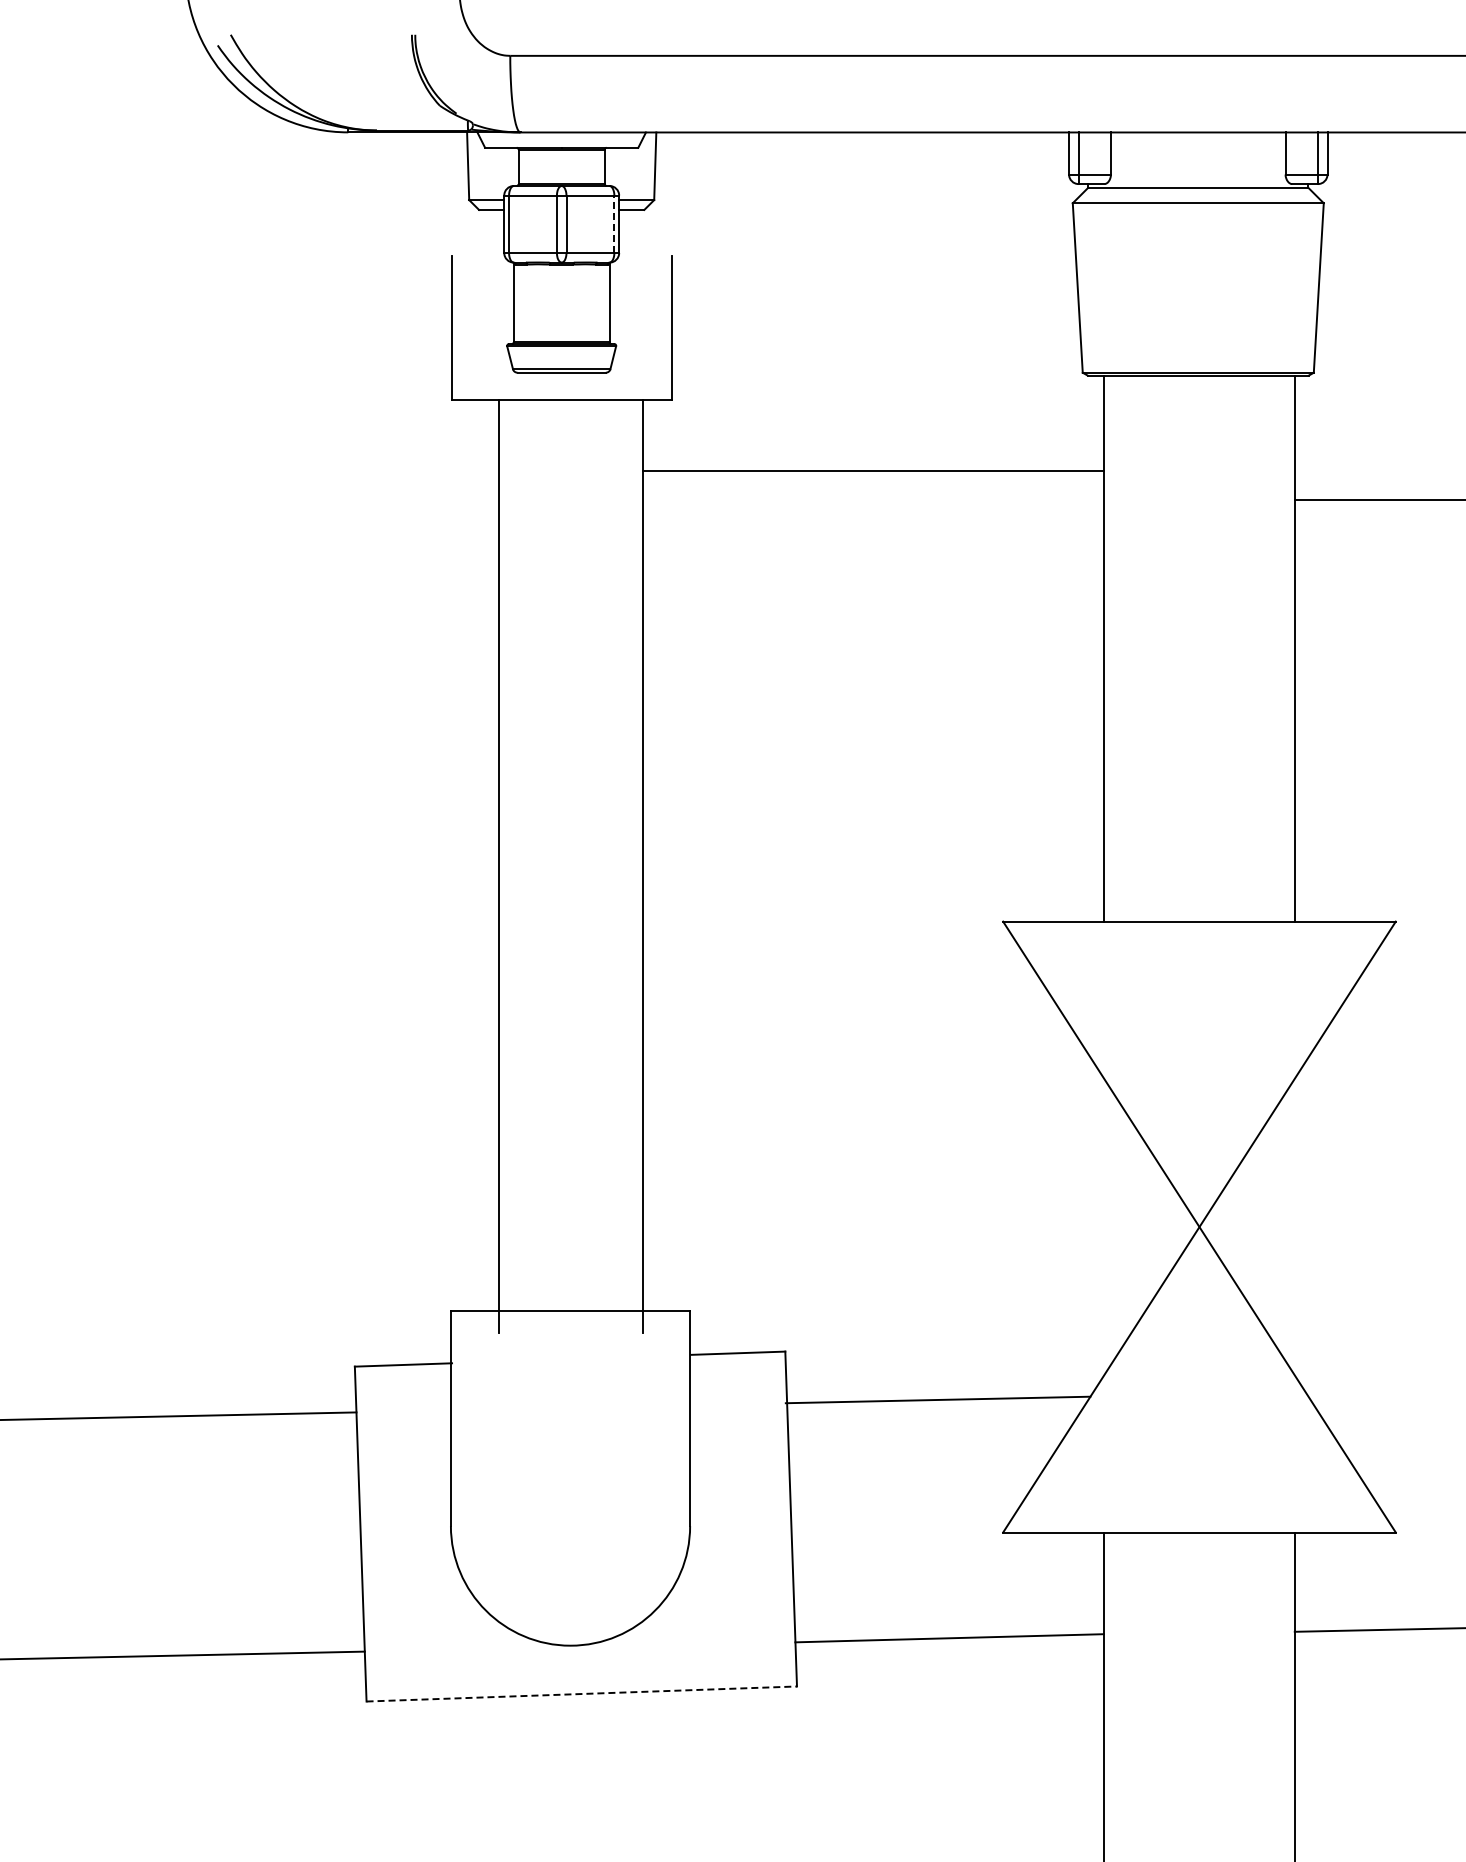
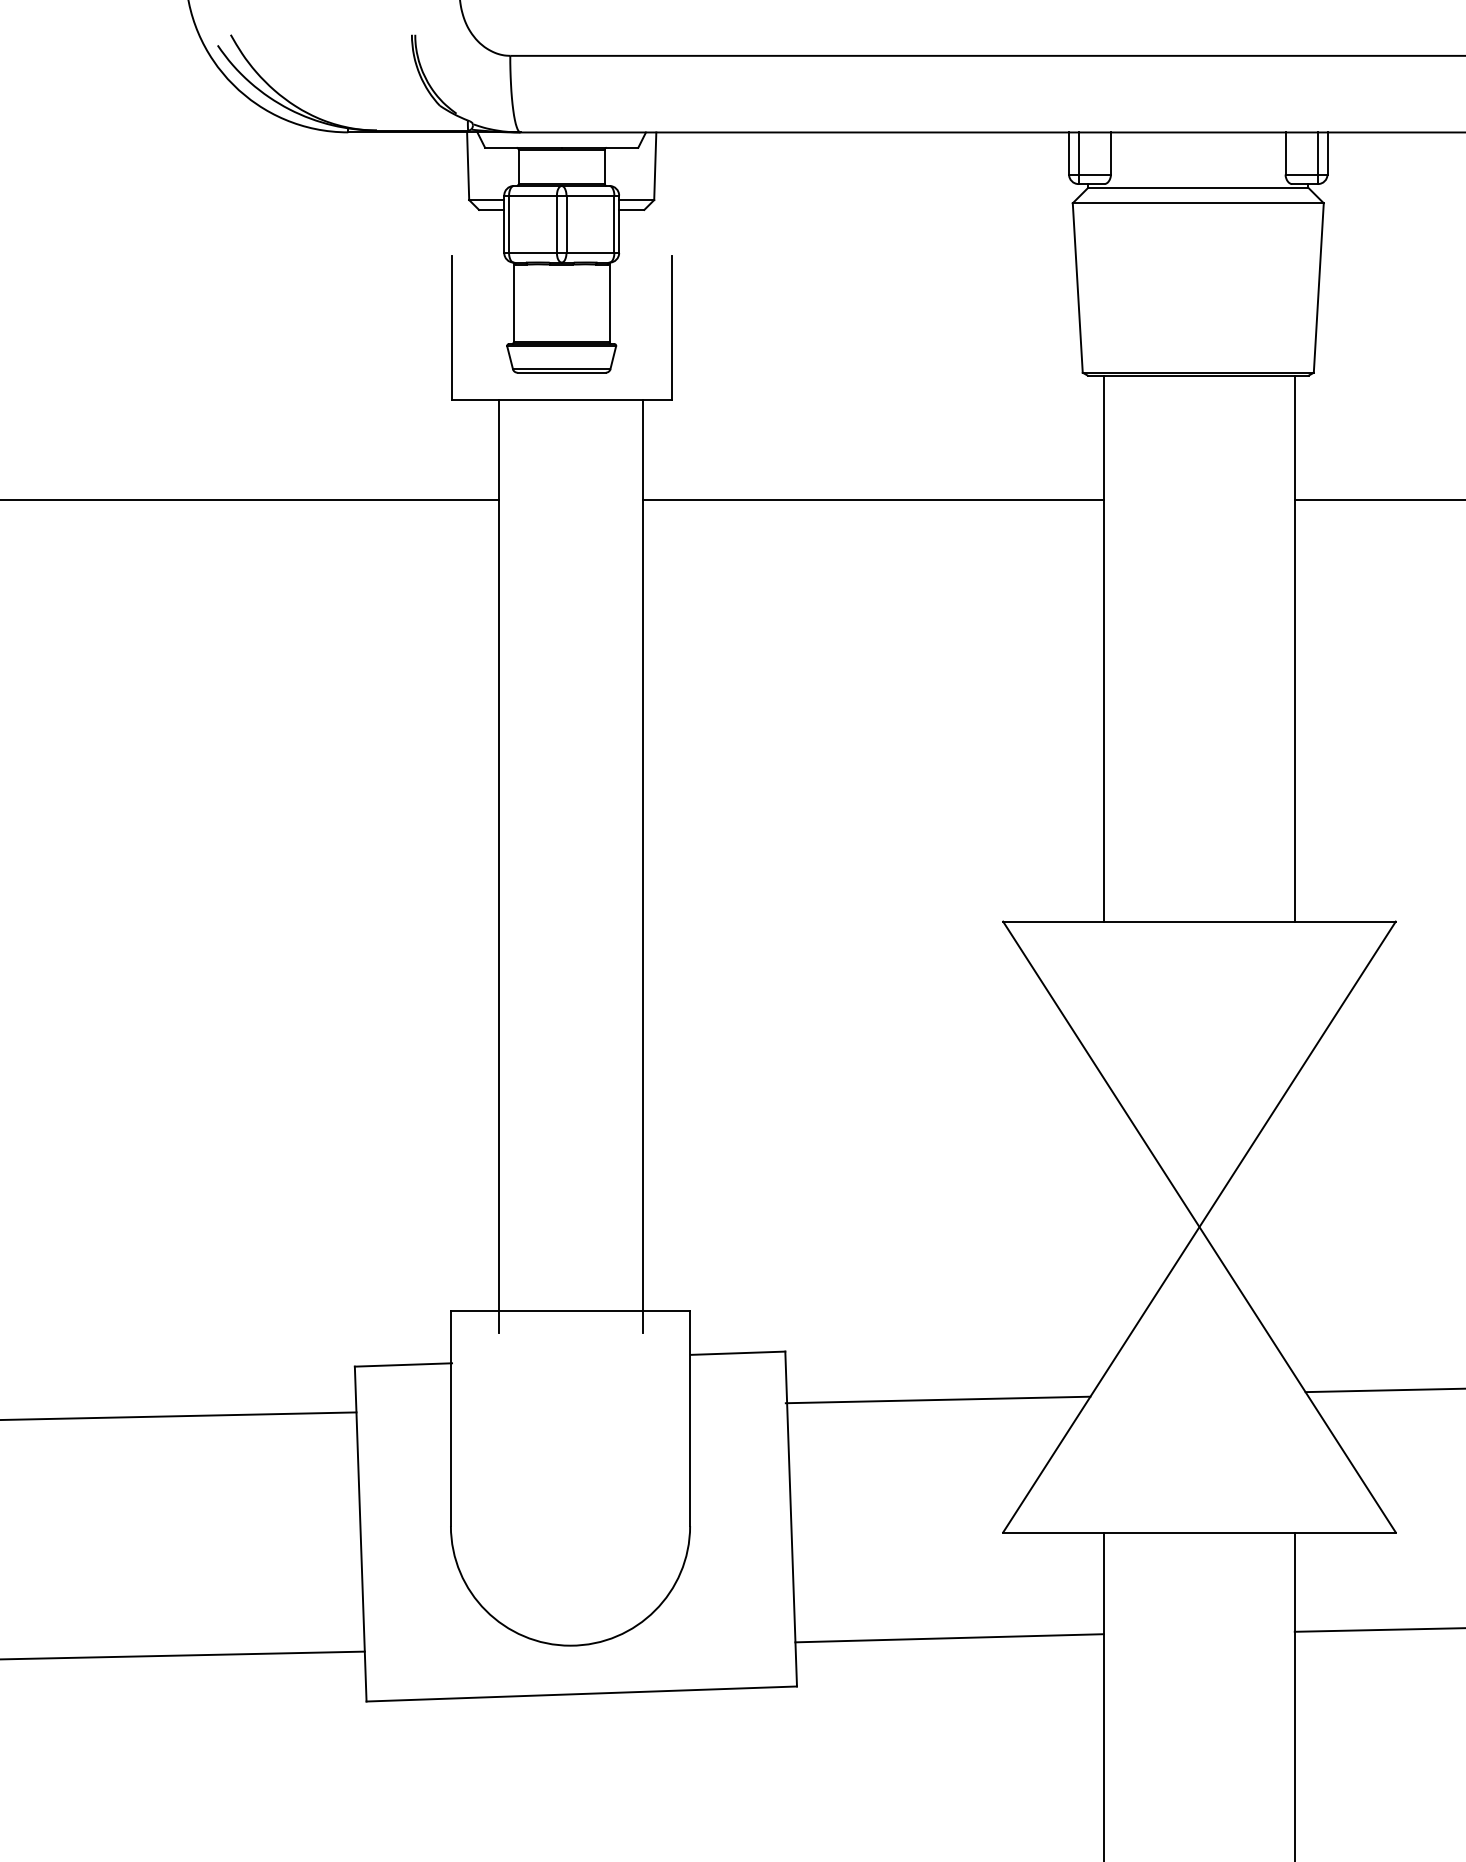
line at (614, 224): dashed -> solid
line at (872, 471) position: (872, 471) -> (872, 500)
line at (250, 500): none -> present
line at (1383, 1390): none -> present
line at (582, 1693): dashed -> solid
